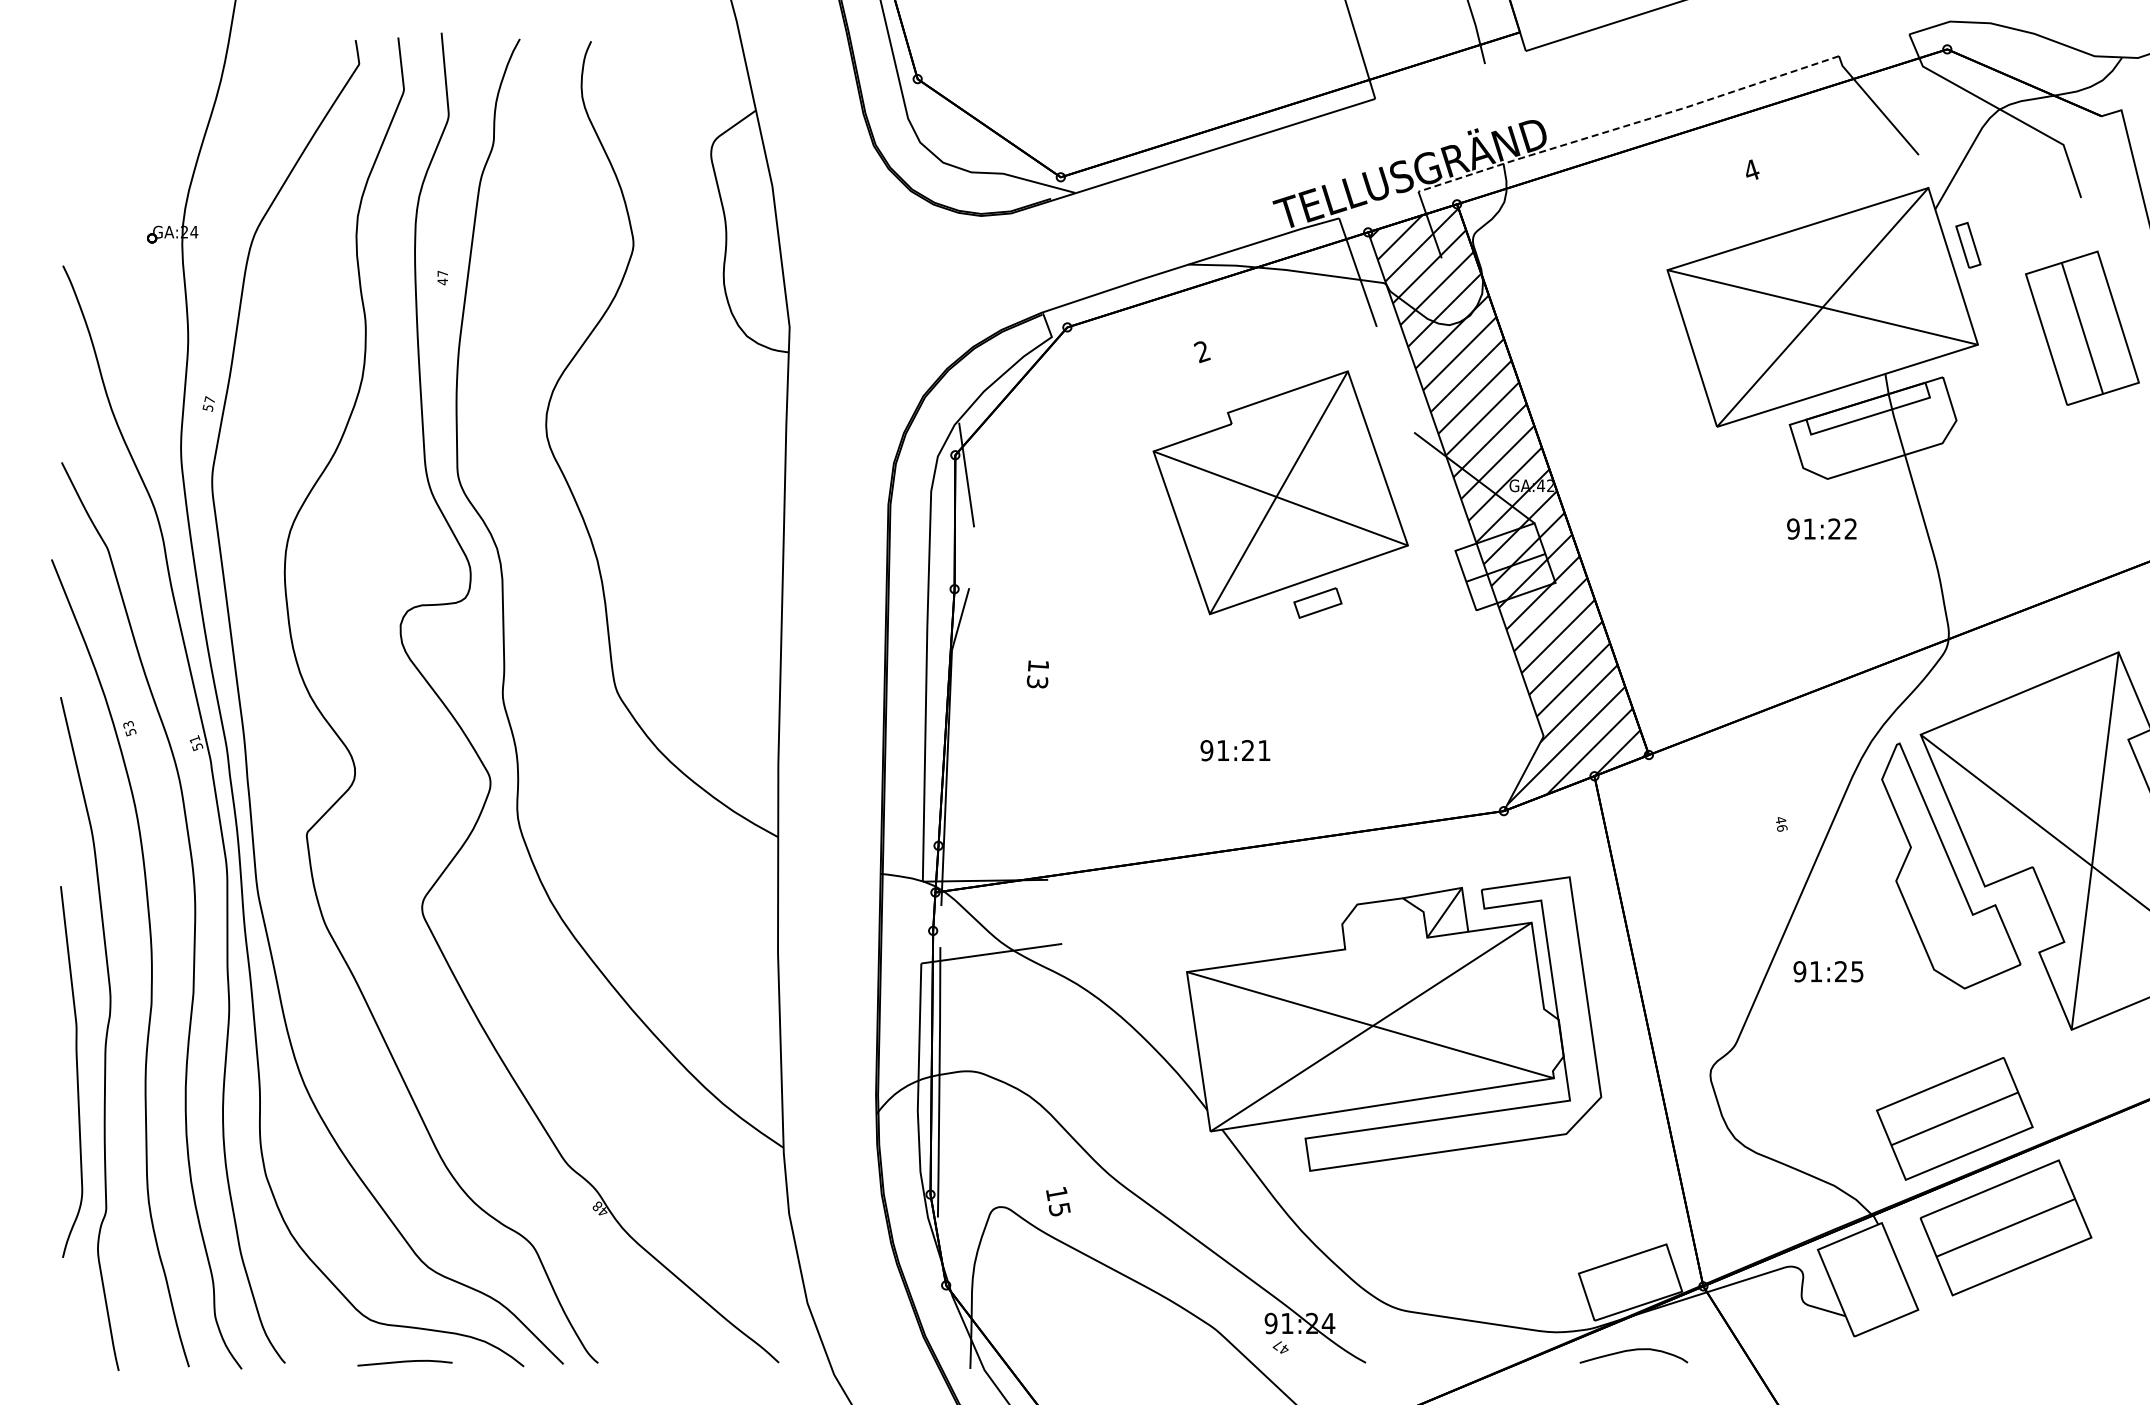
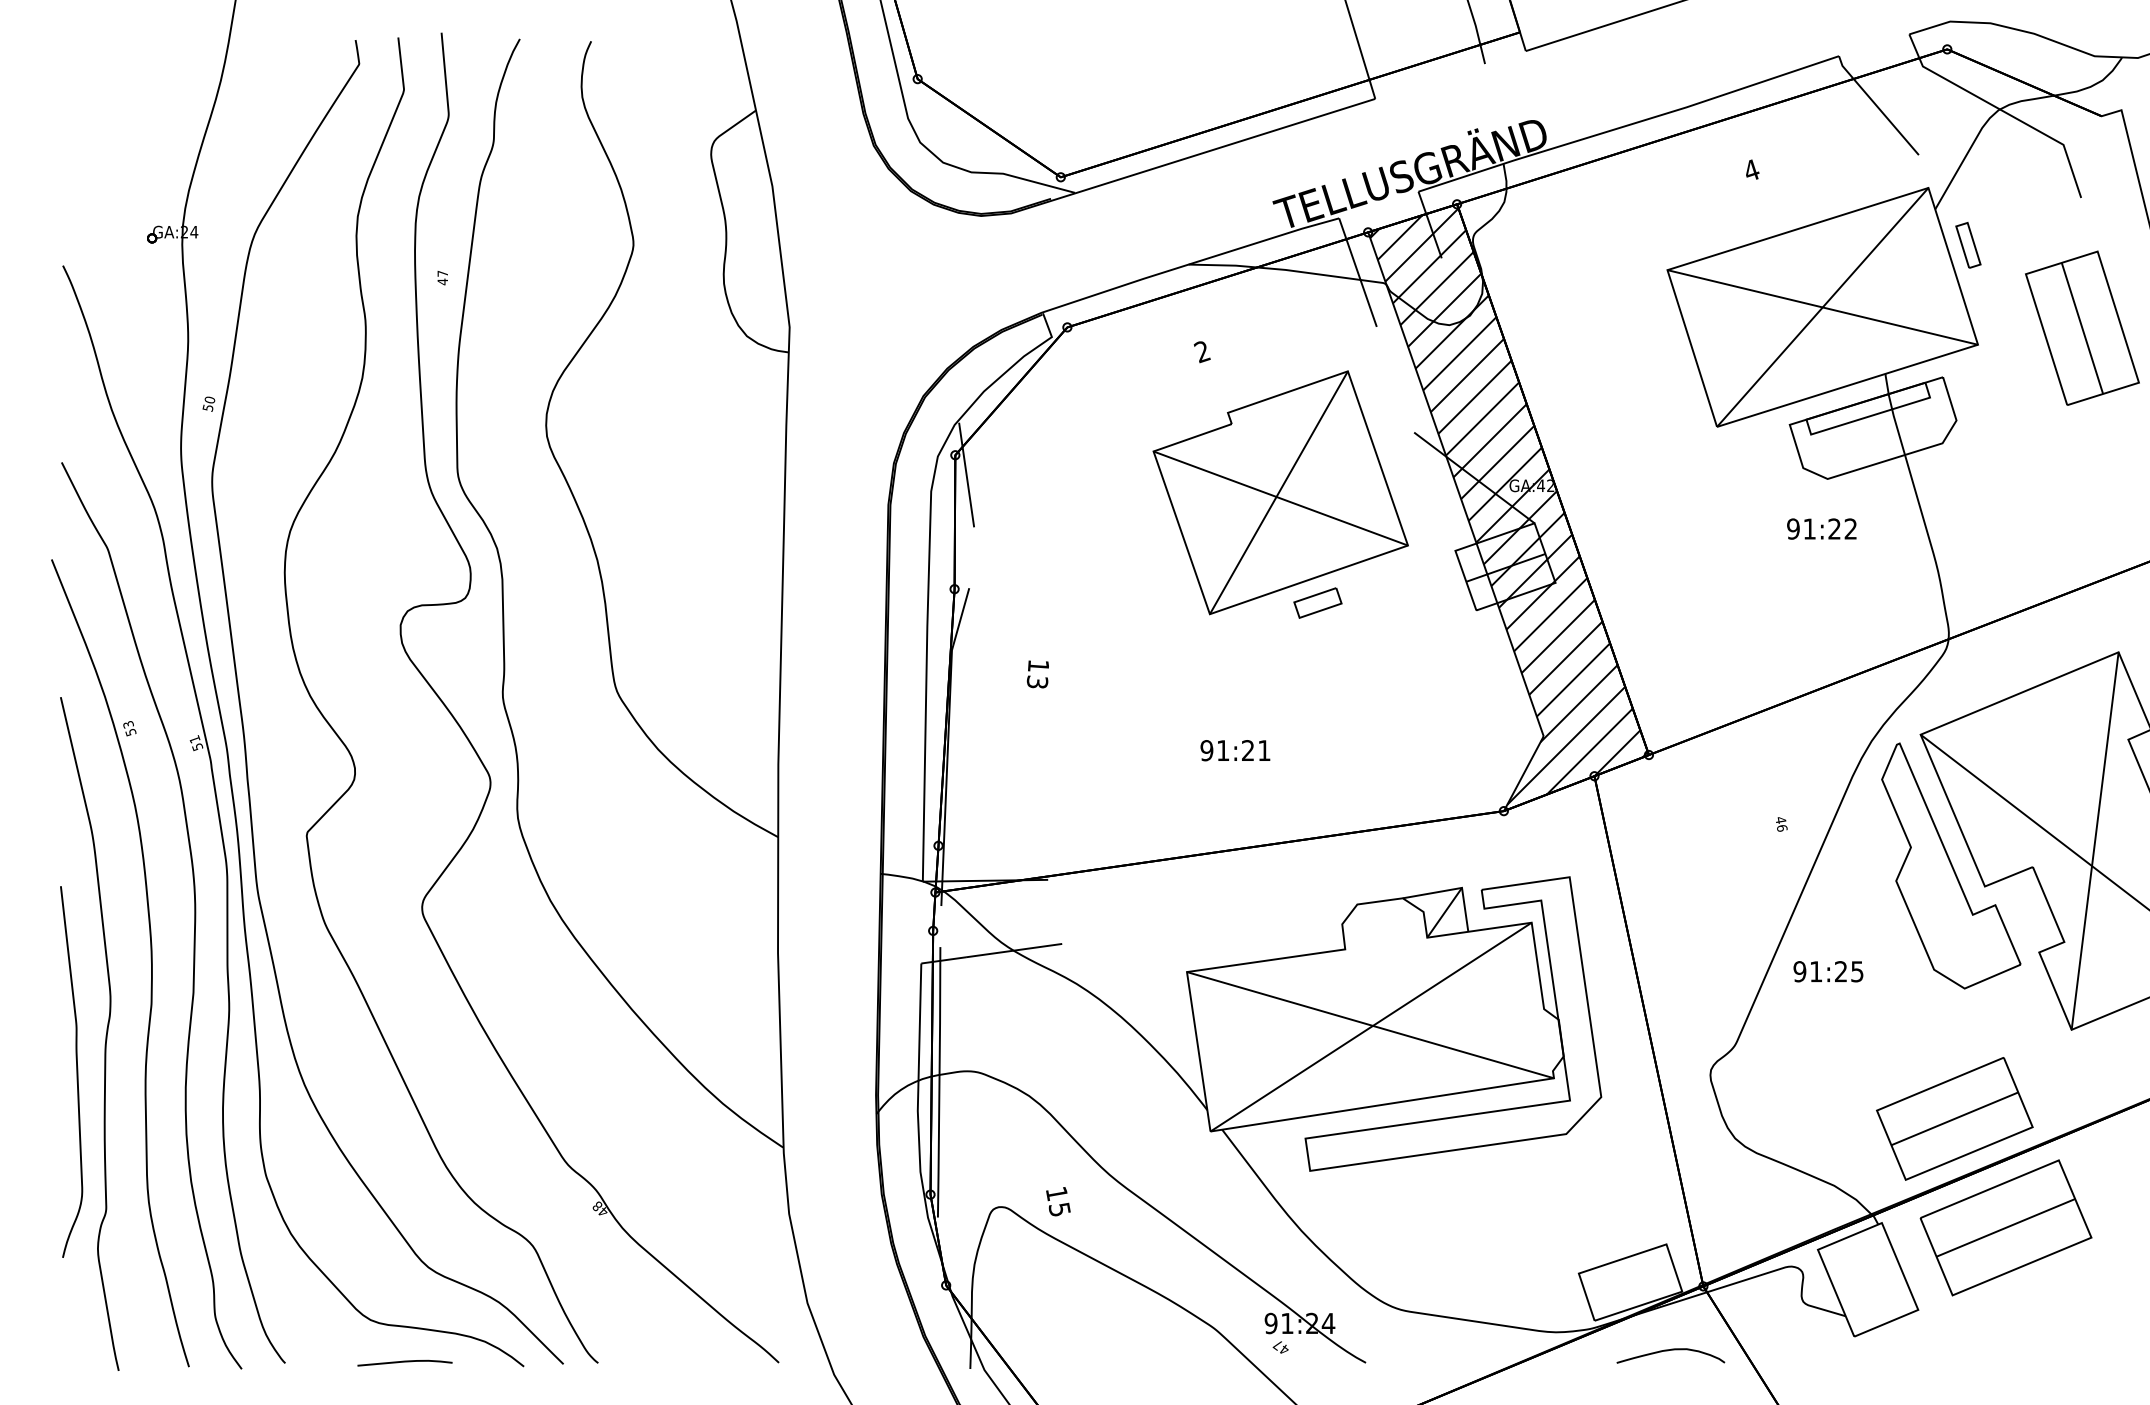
line at (1628, 125): dashed -> solid
text at (209, 399): 57 -> 50
curve at (1631, 1351) position: (1631, 1351) -> (1668, 1351)
